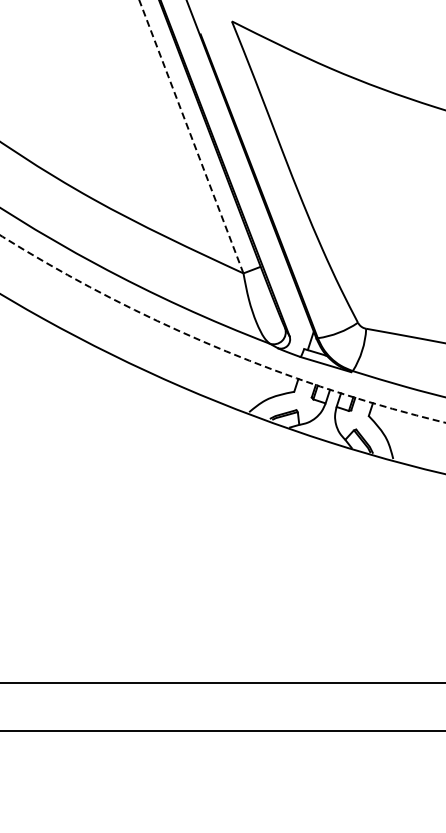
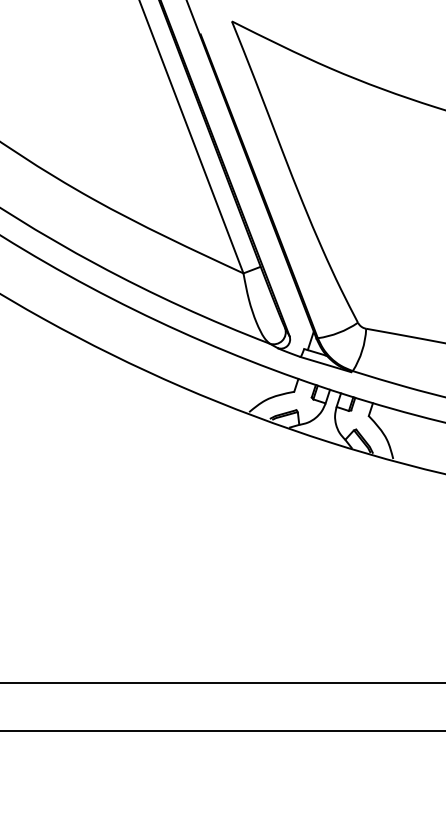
line at (191, 136): dashed -> solid
arc at (215, 346): dashed -> solid
